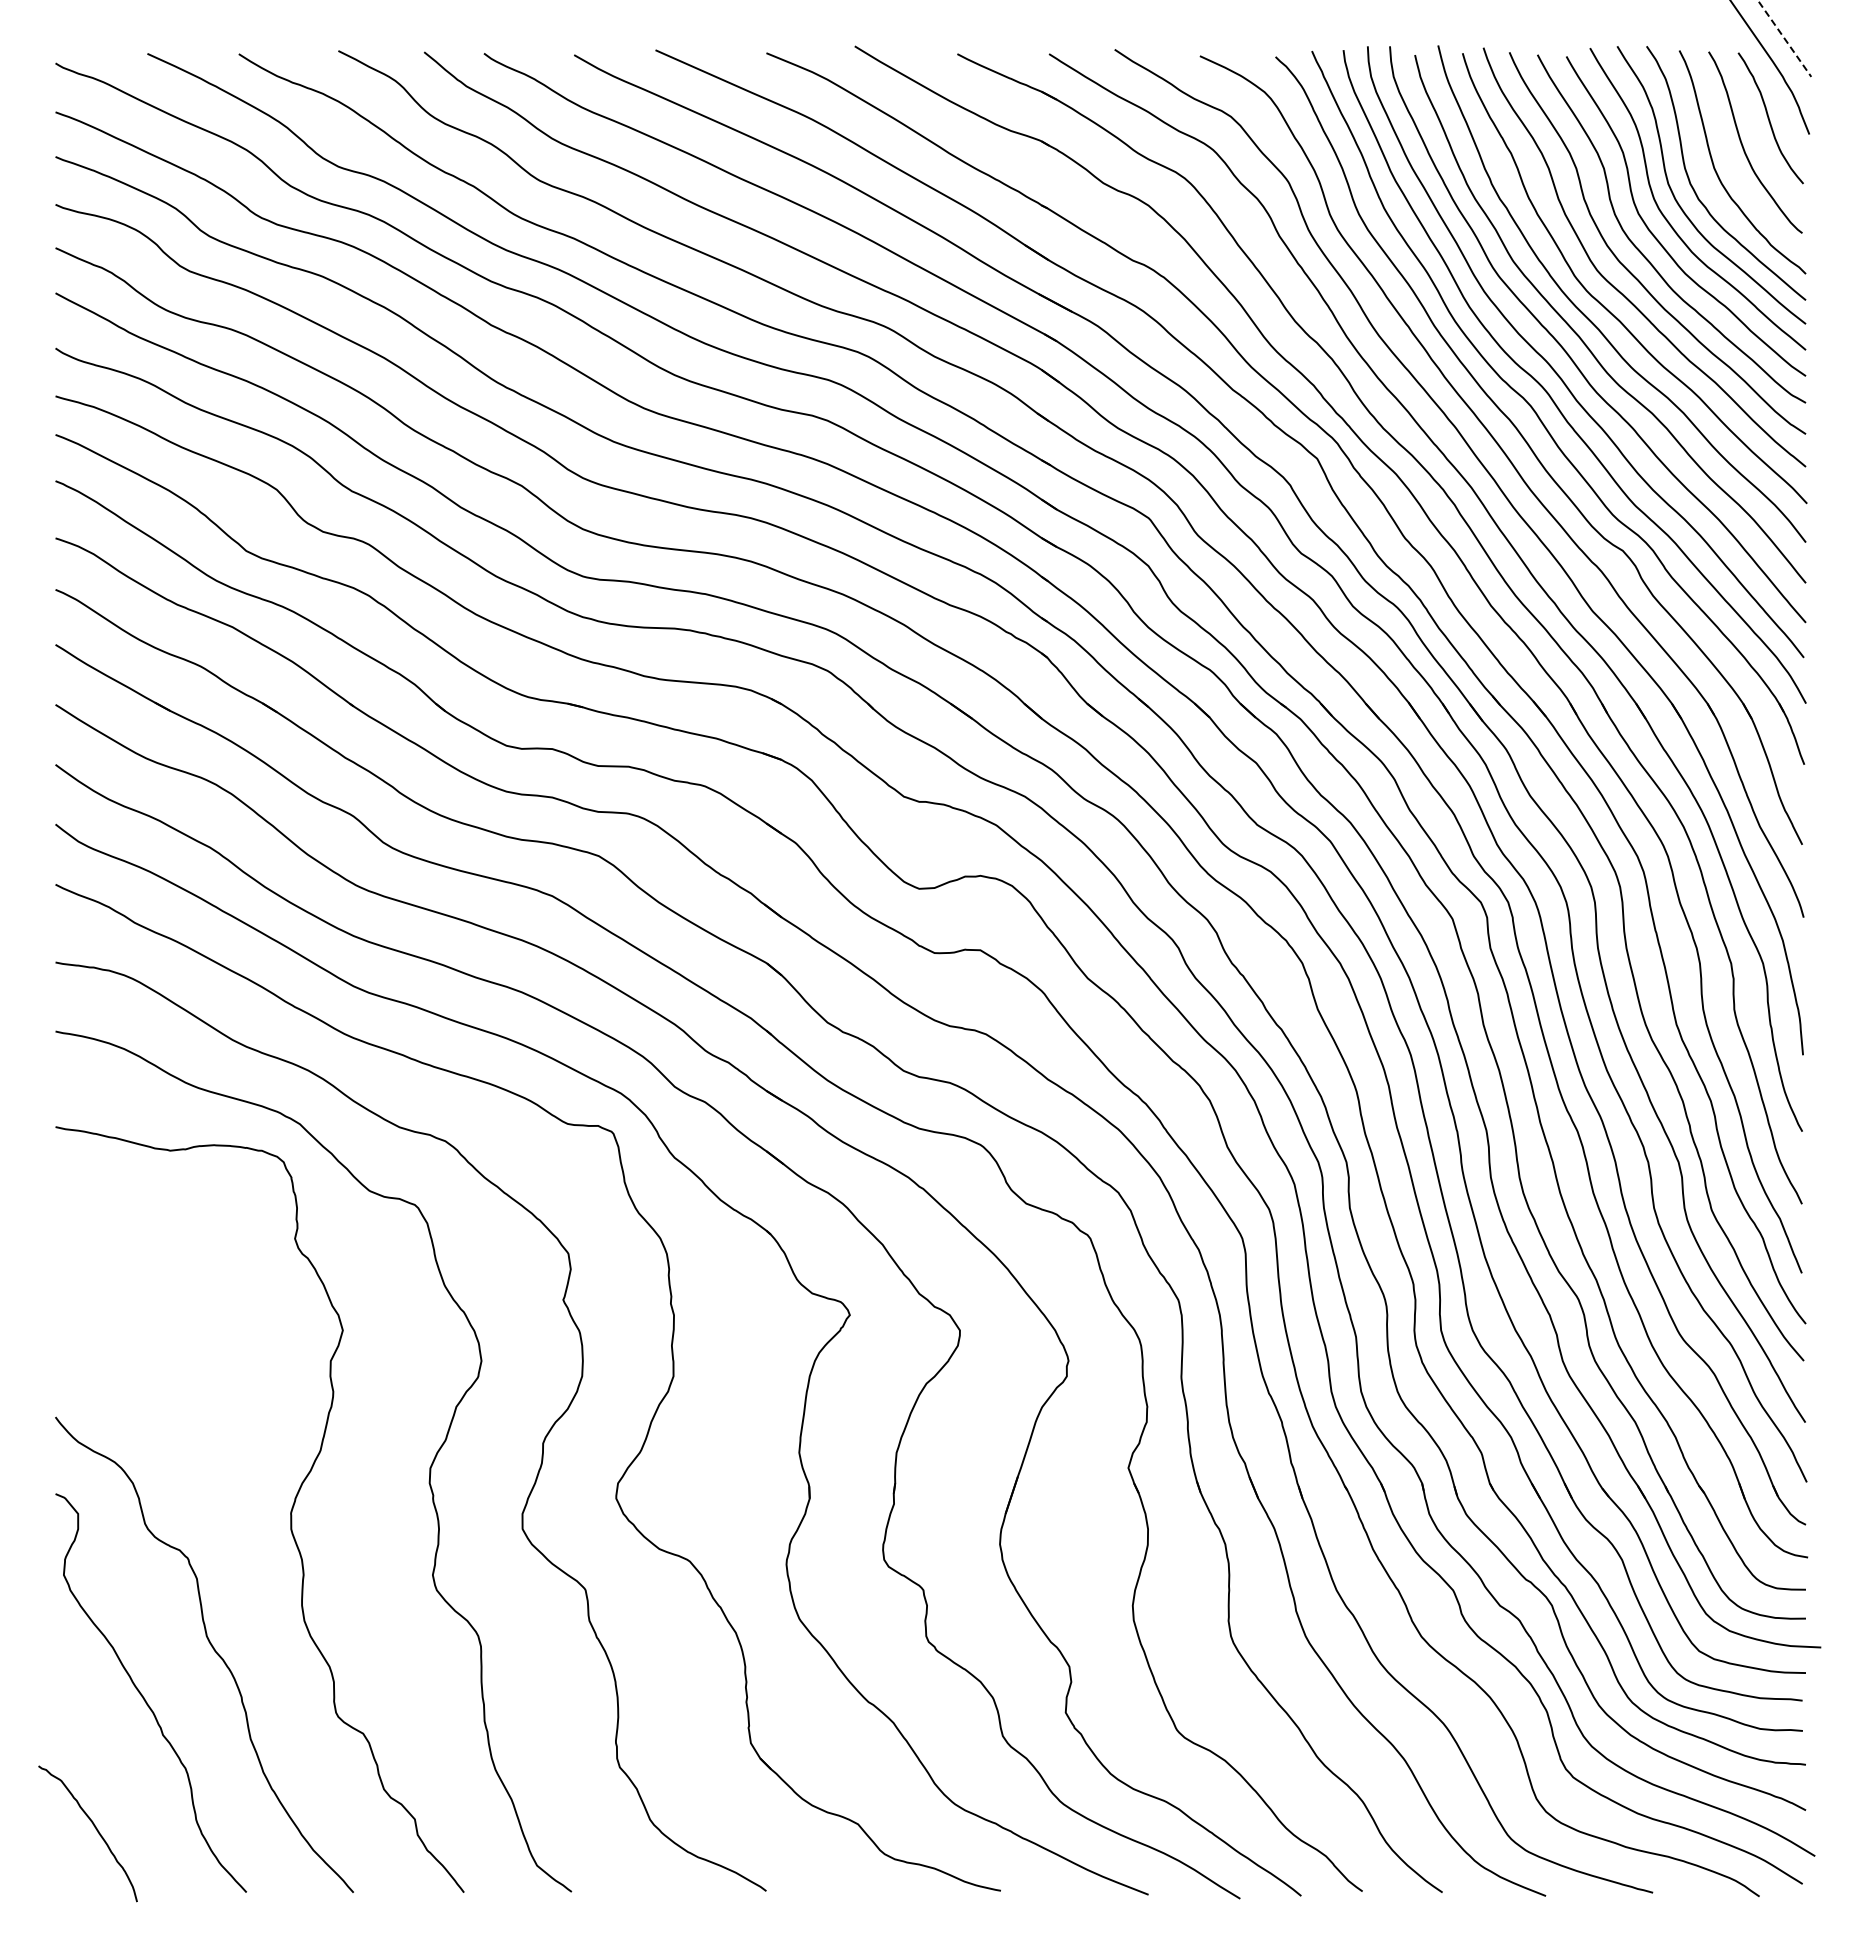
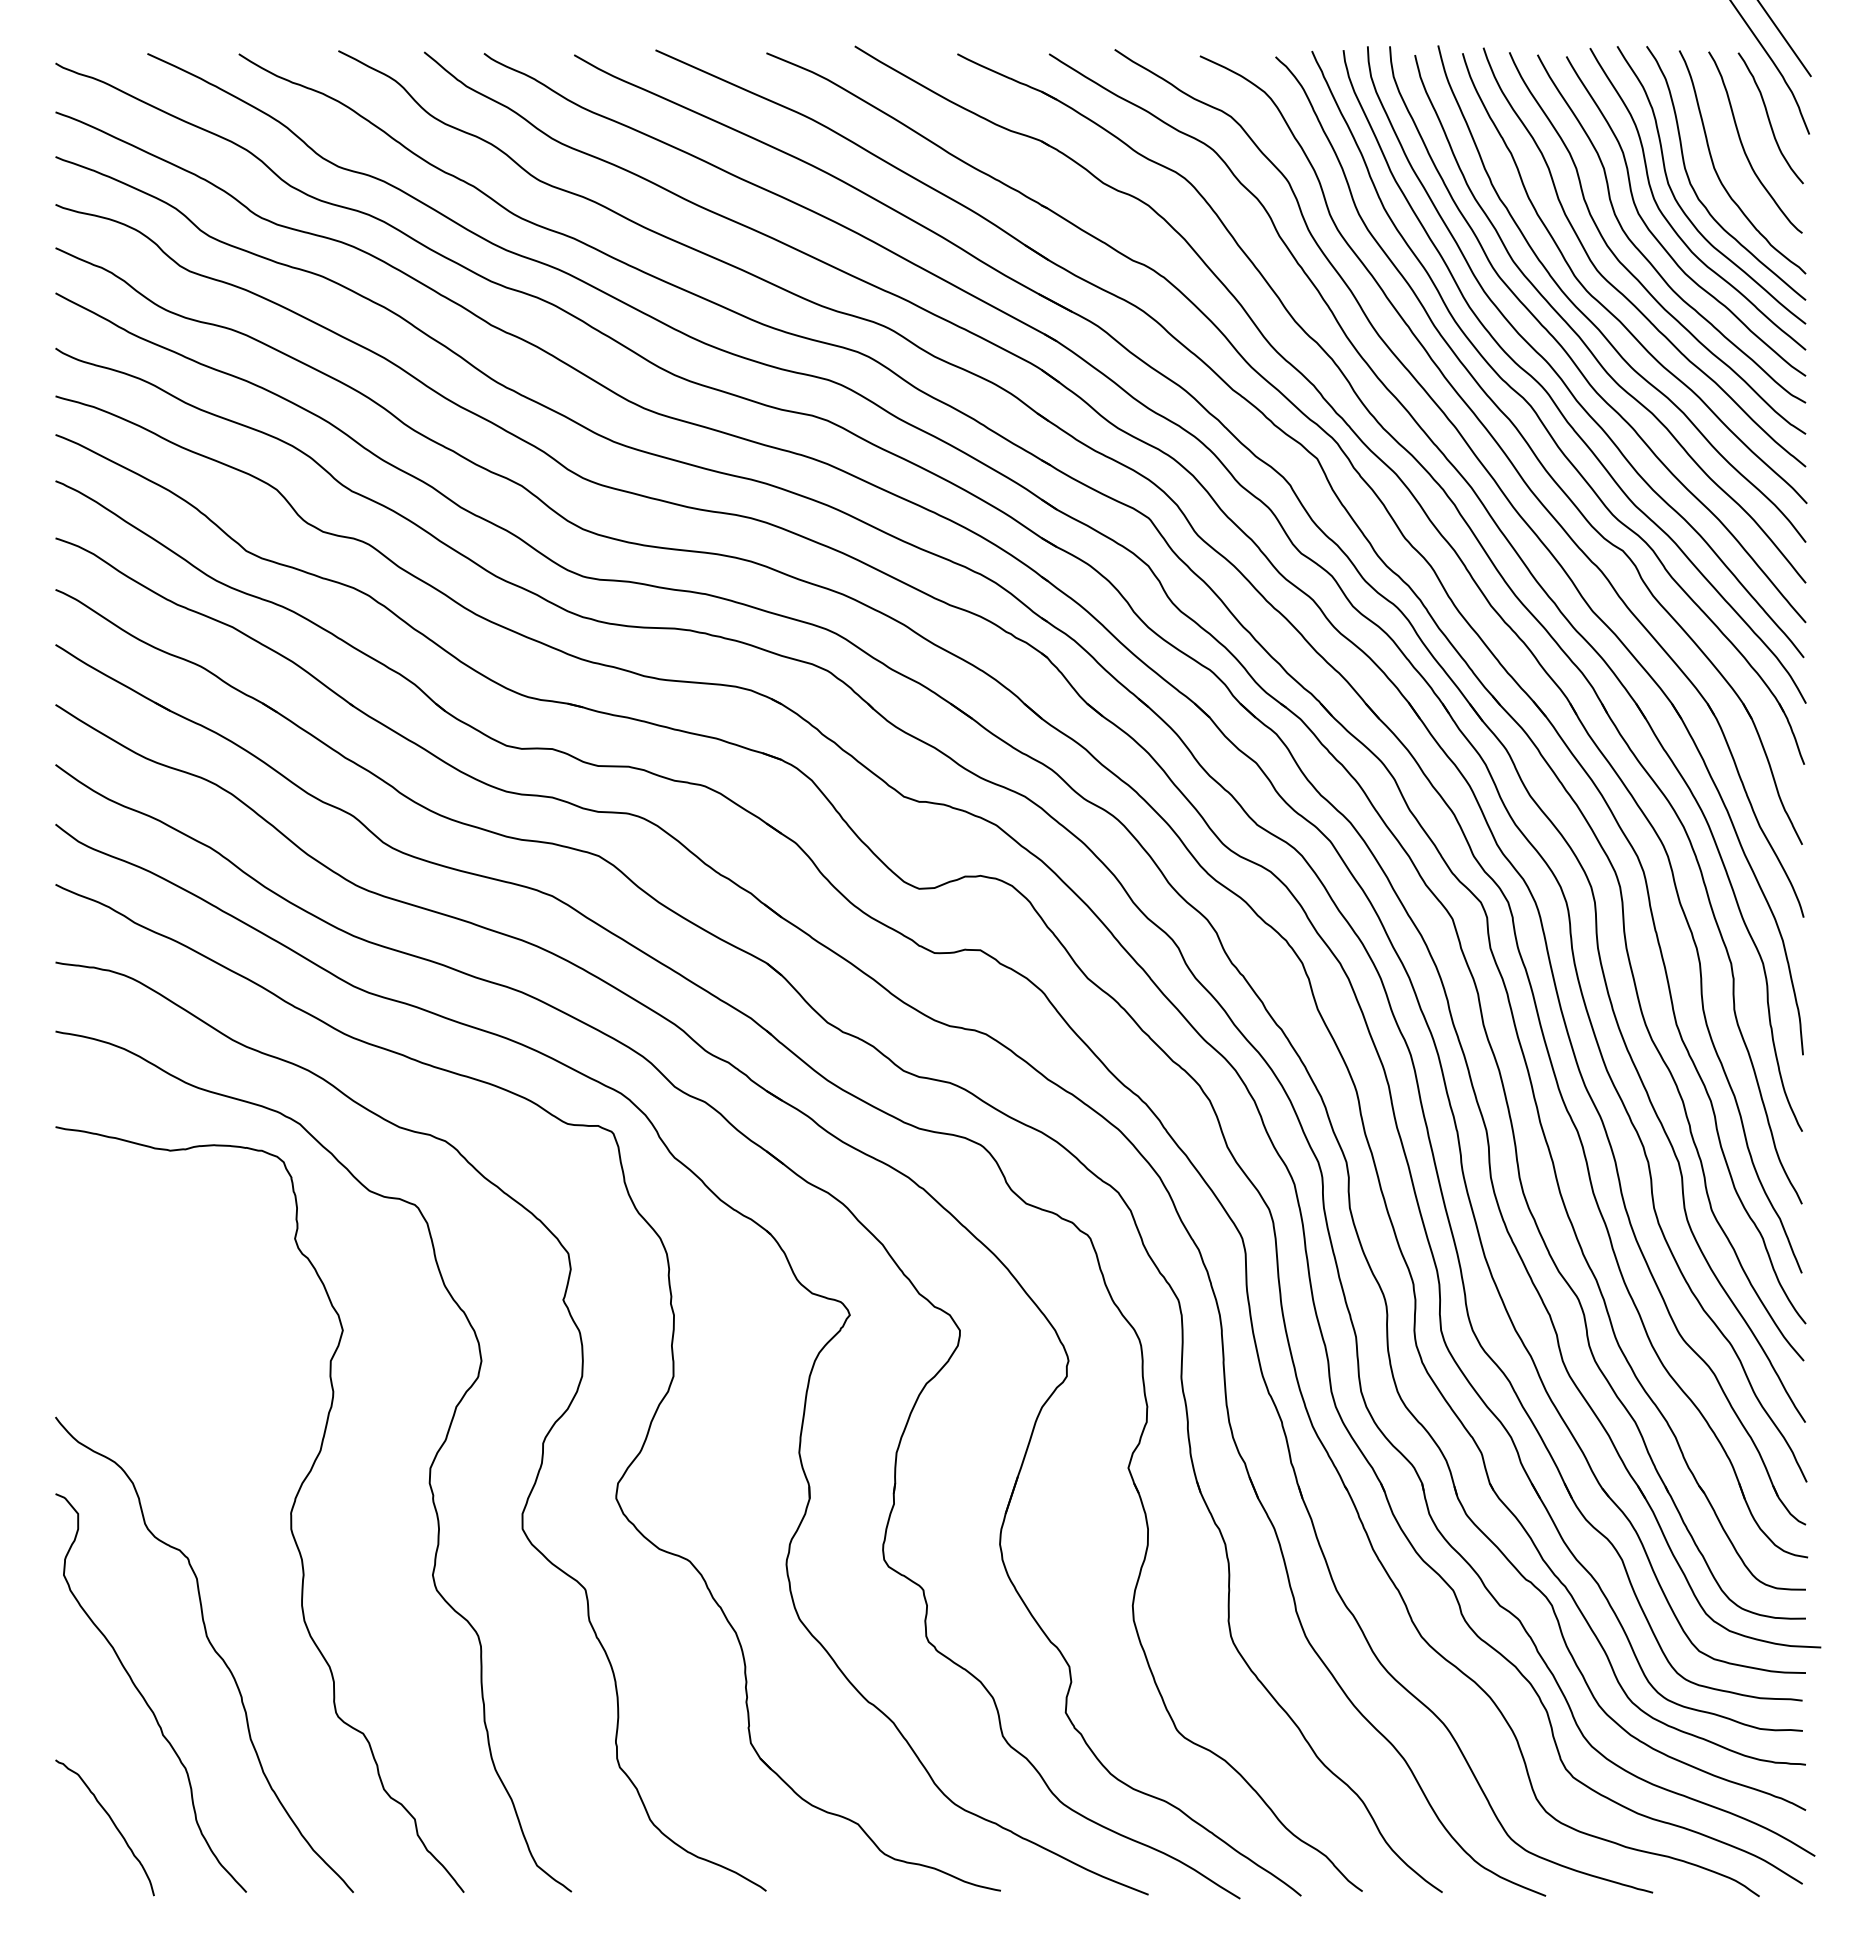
line at (1784, 38): dashed -> solid
curve at (95, 1829) position: (95, 1829) -> (112, 1823)
